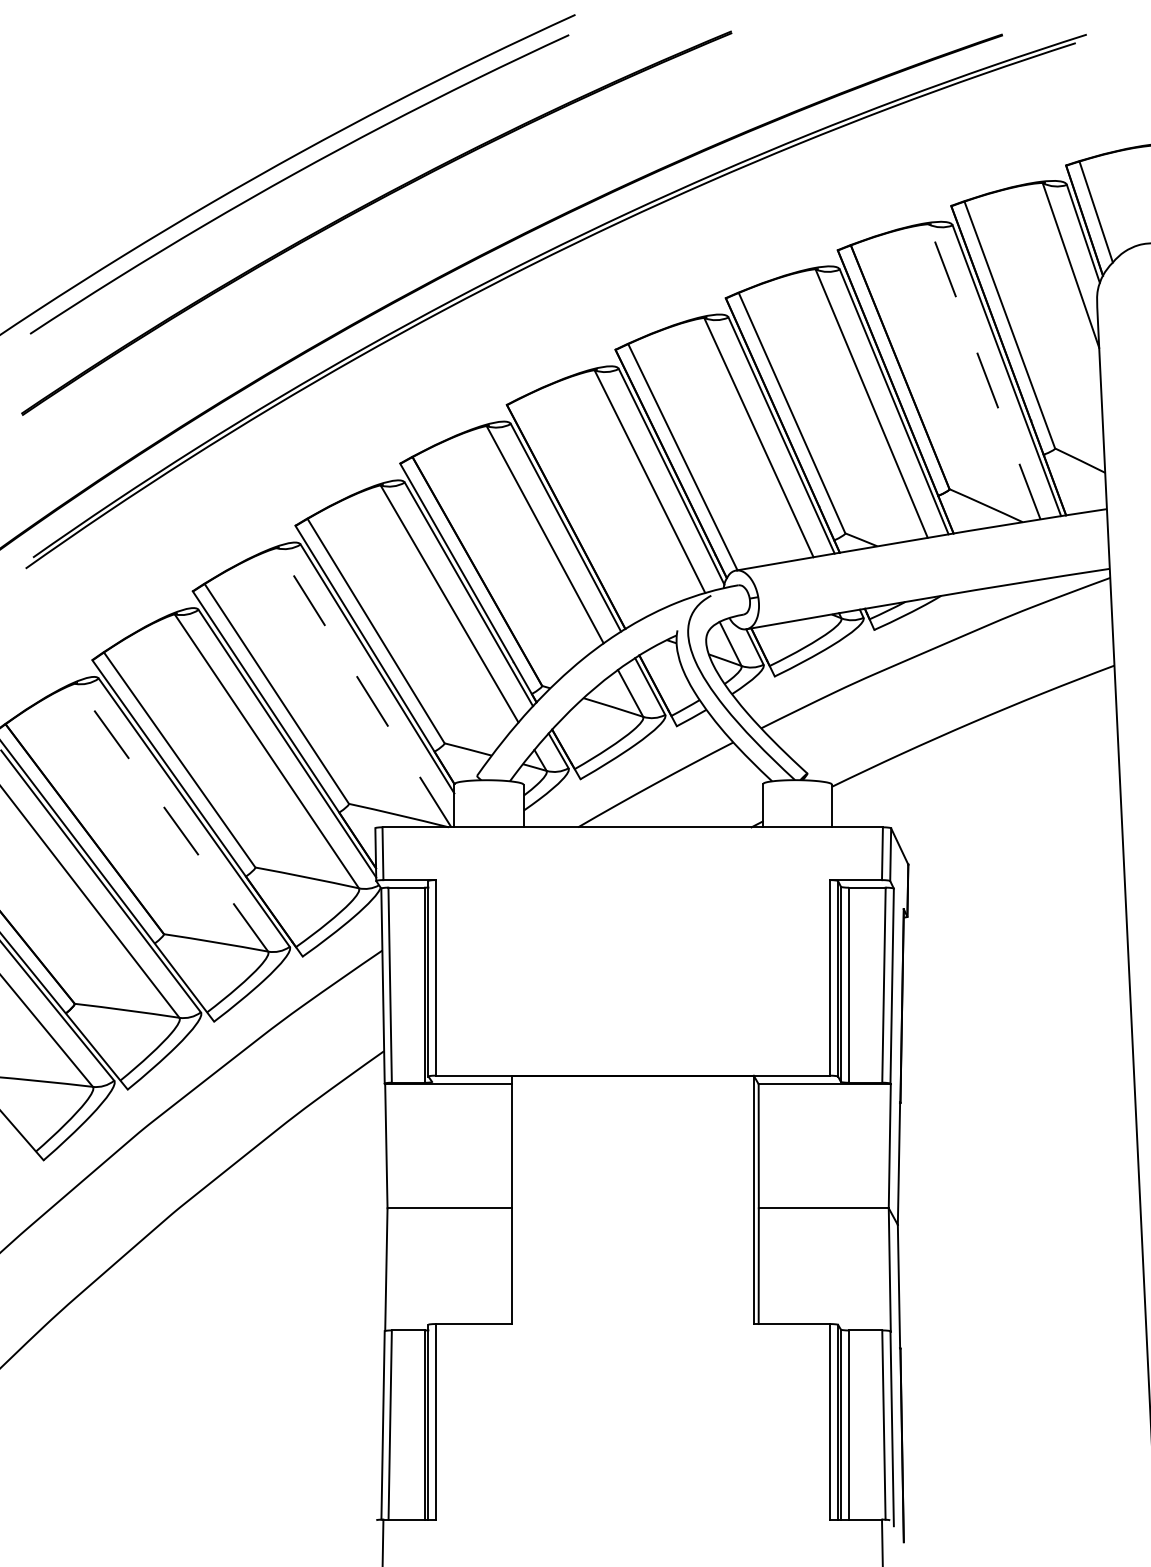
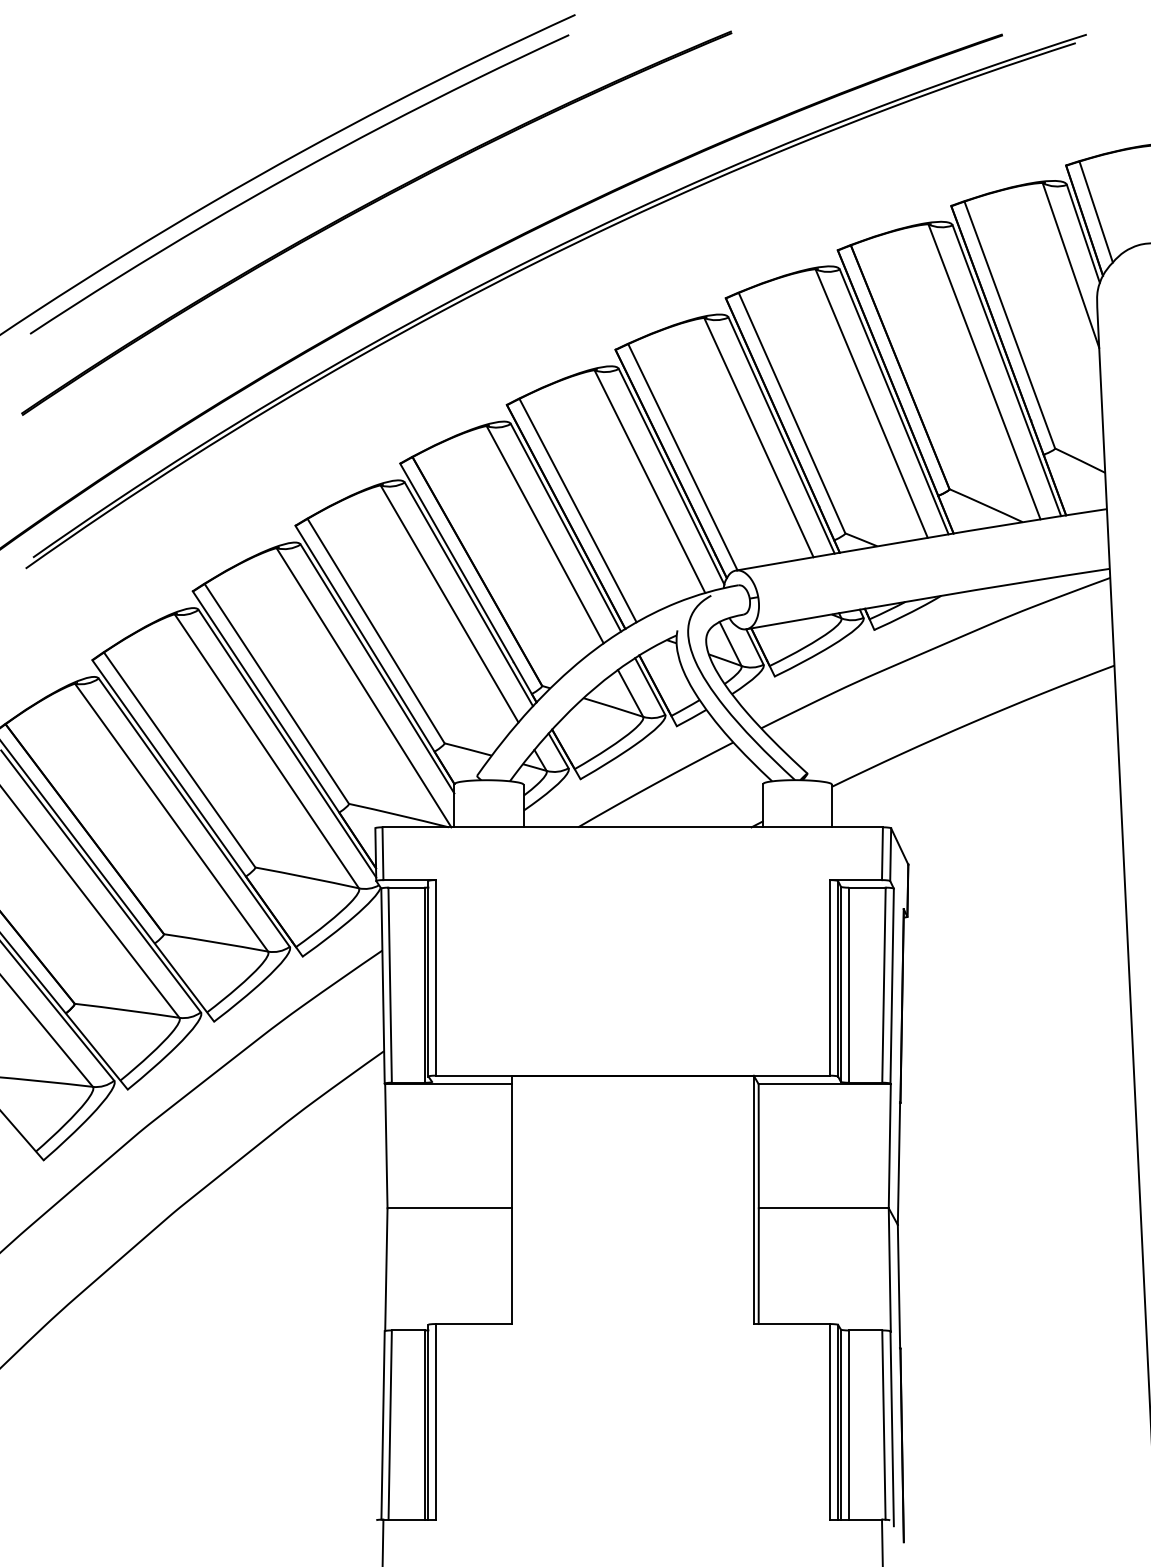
line at (984, 371): dashed -> solid
line at (577, 510): none -> present
line at (364, 687): dashed -> solid
line at (171, 817): dashed -> solid
